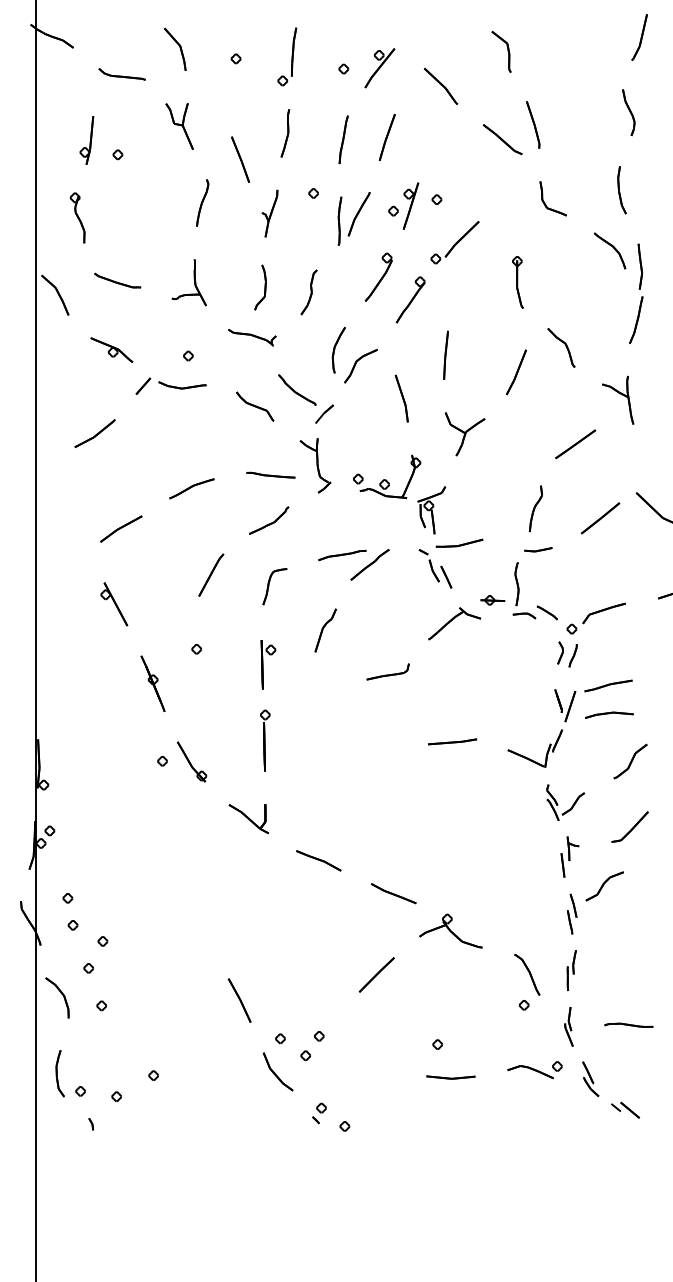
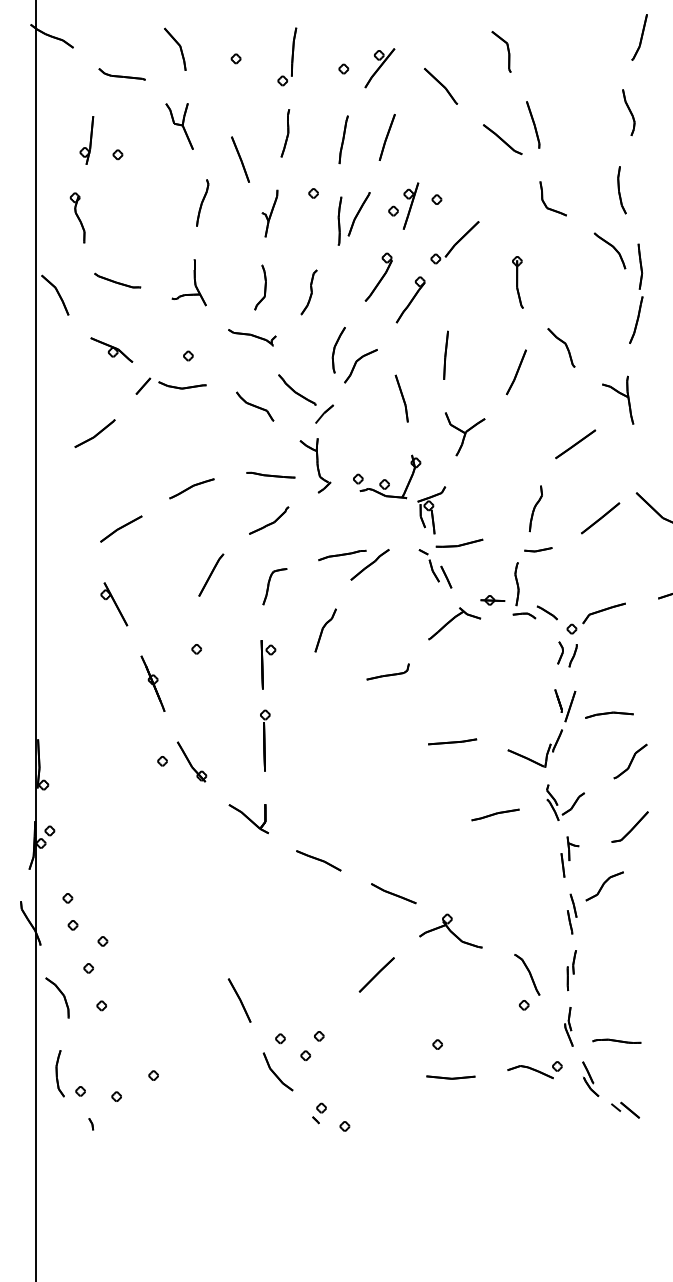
part at (608, 685) position: (608, 685) -> (495, 814)
part at (628, 1024) position: (628, 1024) -> (616, 1040)
